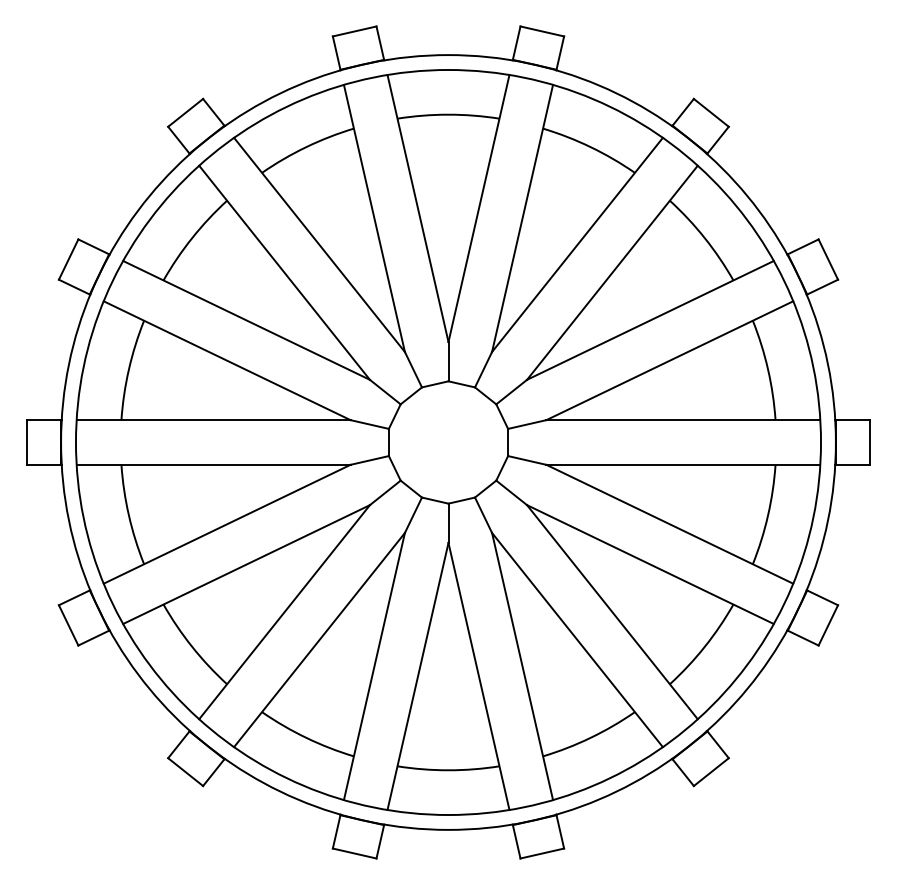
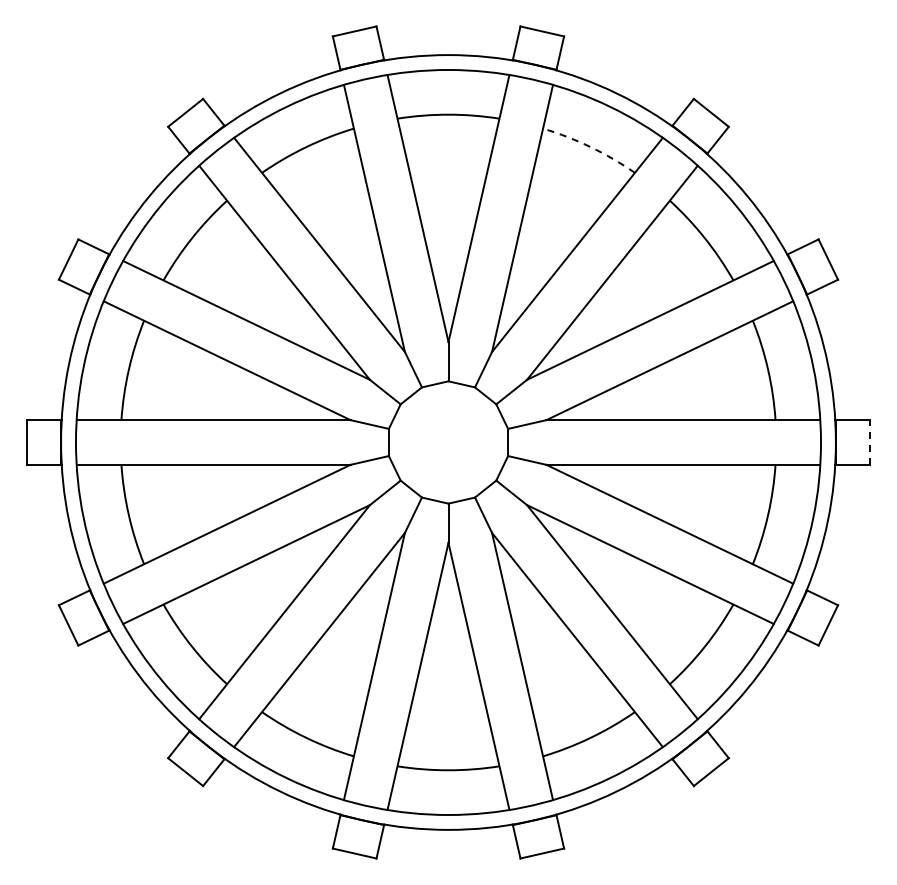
arc at (590, 147): solid -> dashed
line at (870, 442): solid -> dashed
